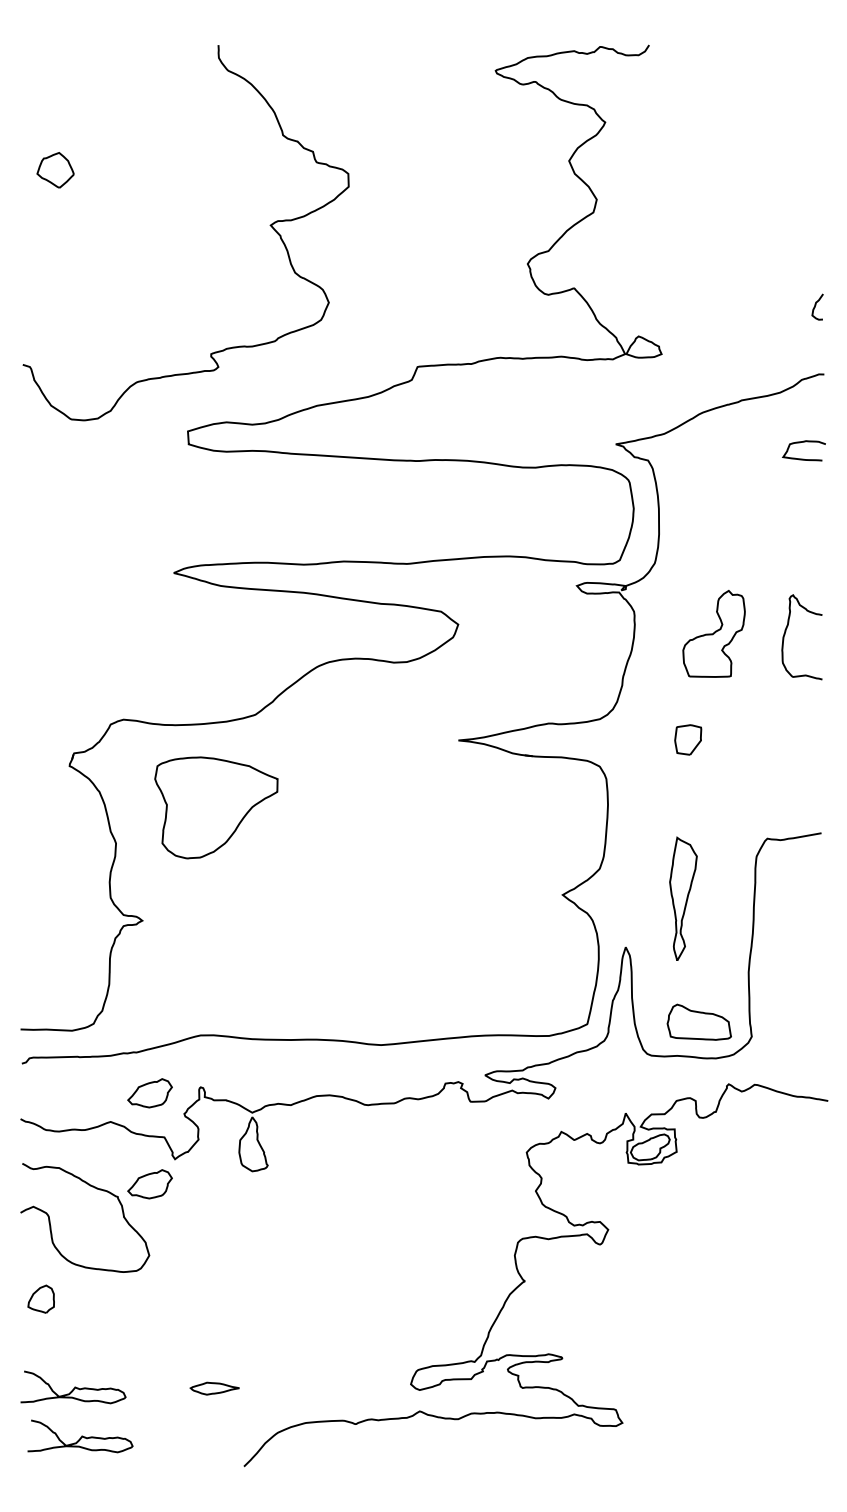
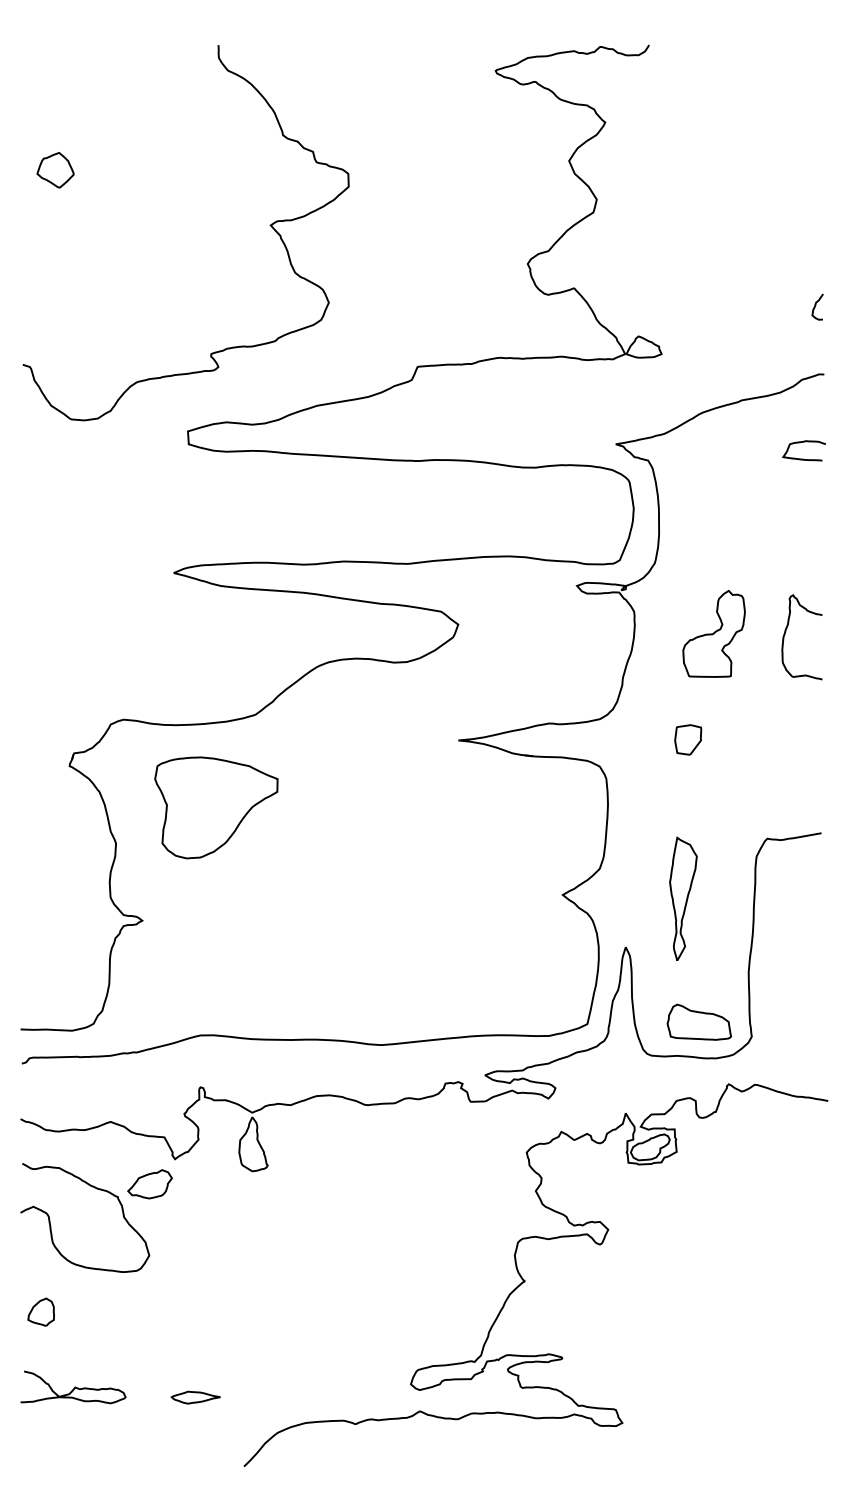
part at (149, 1093): present -> none
part at (40, 1298) position: (40, 1298) -> (40, 1311)
part at (214, 1388) position: (214, 1388) -> (195, 1397)
curve at (81, 1436): present -> none
